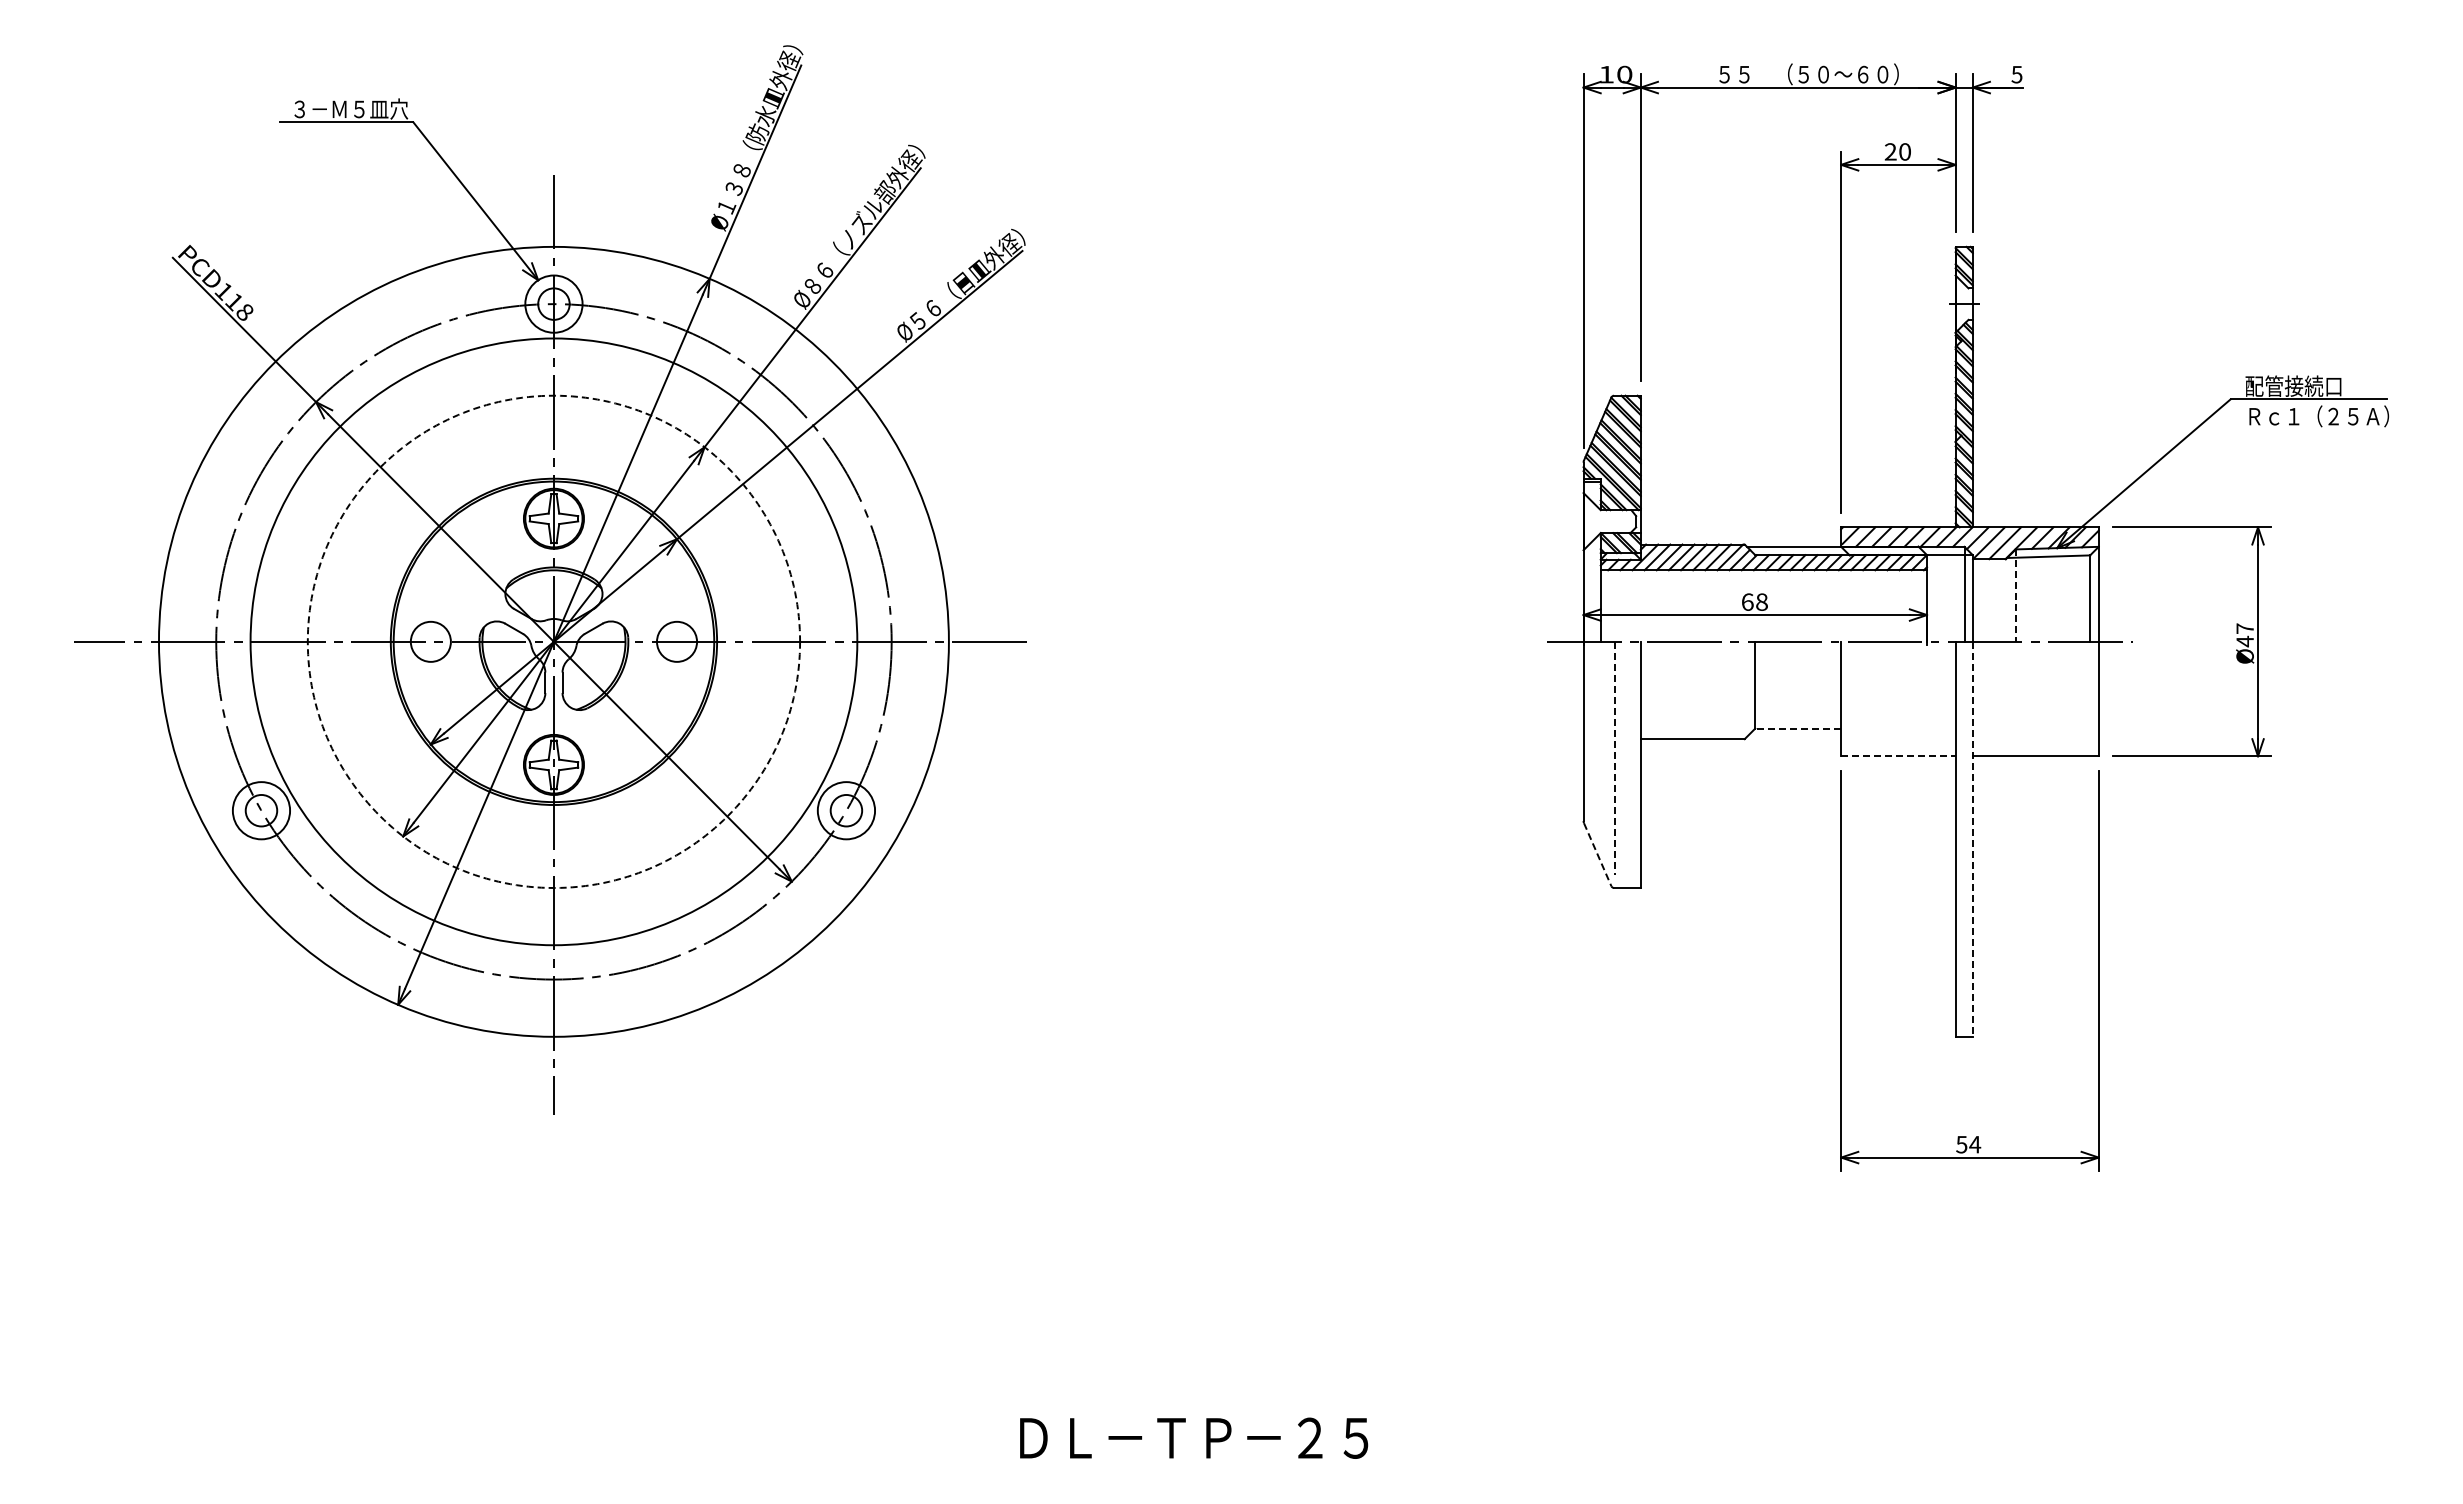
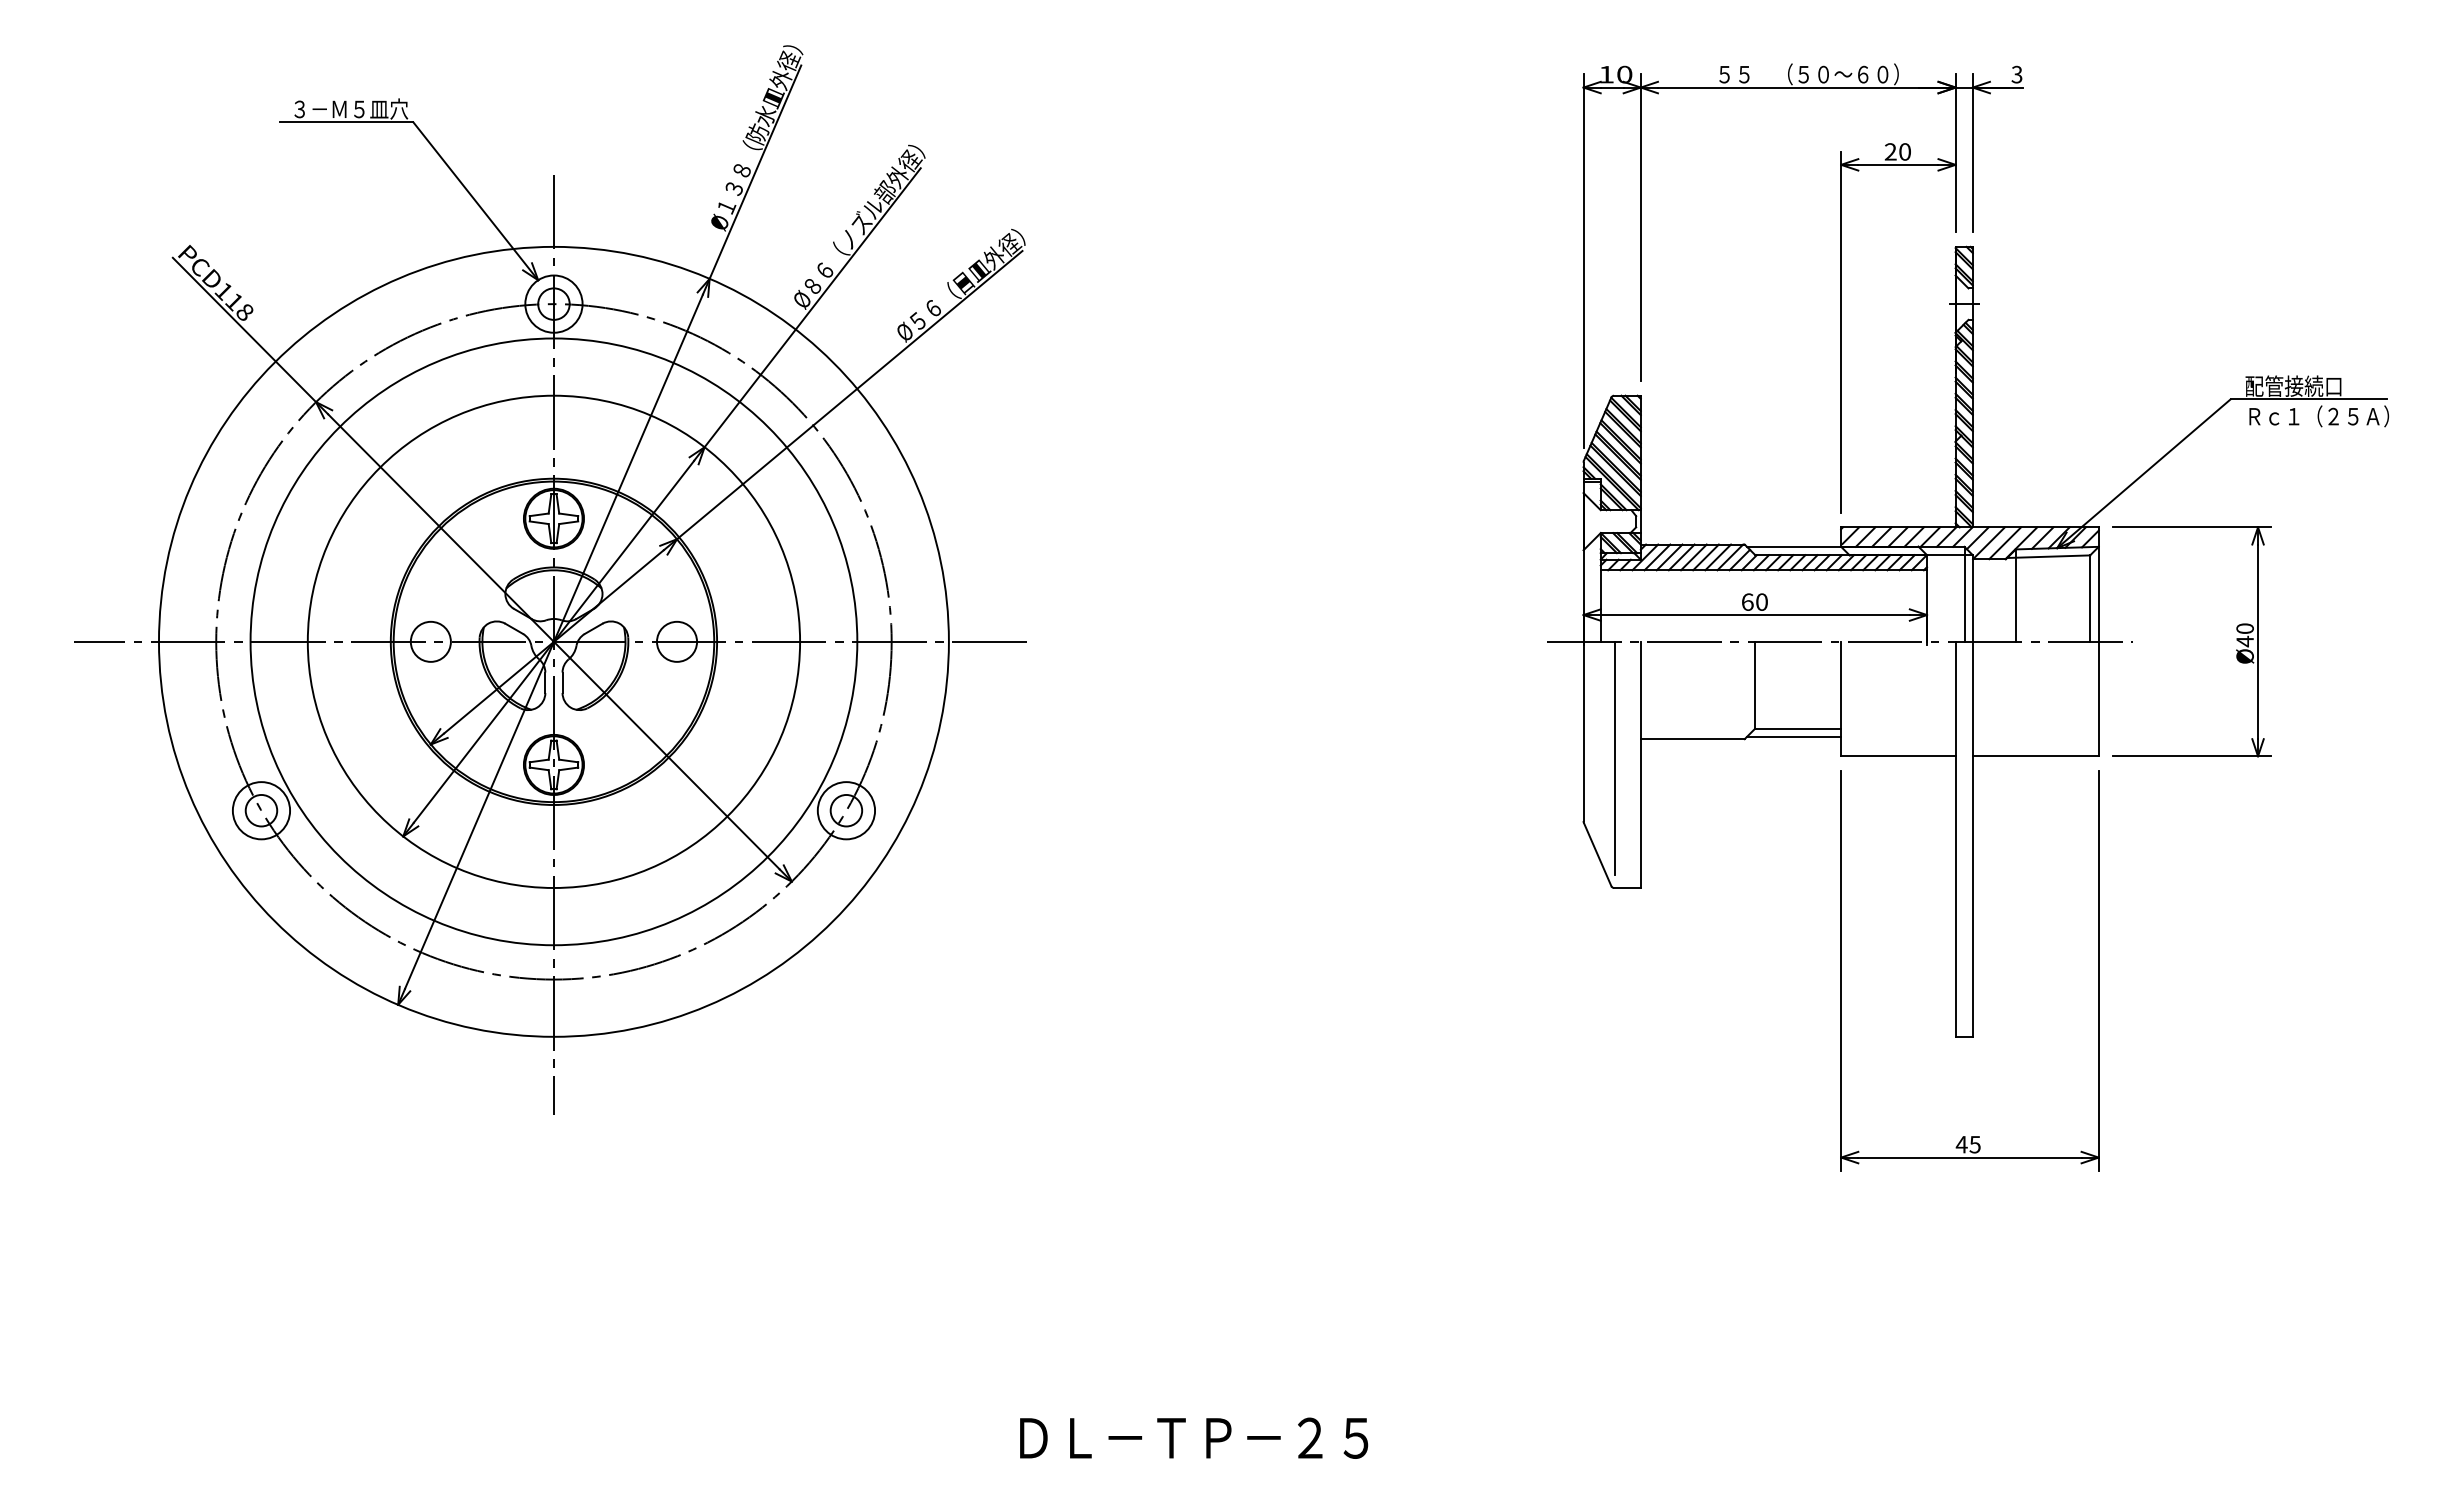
text at (2017, 73): 5 -> 3
line at (2015, 596): dashed -> solid
text at (1761, 601): 68 -> 60
text at (2244, 628): Ø47 -> Ø40
circle at (553, 641): dashed -> solid
line at (1798, 728): dashed -> solid
line at (1793, 737): none -> present
line at (1898, 756): dashed -> solid
line at (1615, 758): dashed -> solid
line at (1972, 839): dashed -> solid
line at (1597, 855): dashed -> solid
text at (1968, 1144): 54 -> 45
